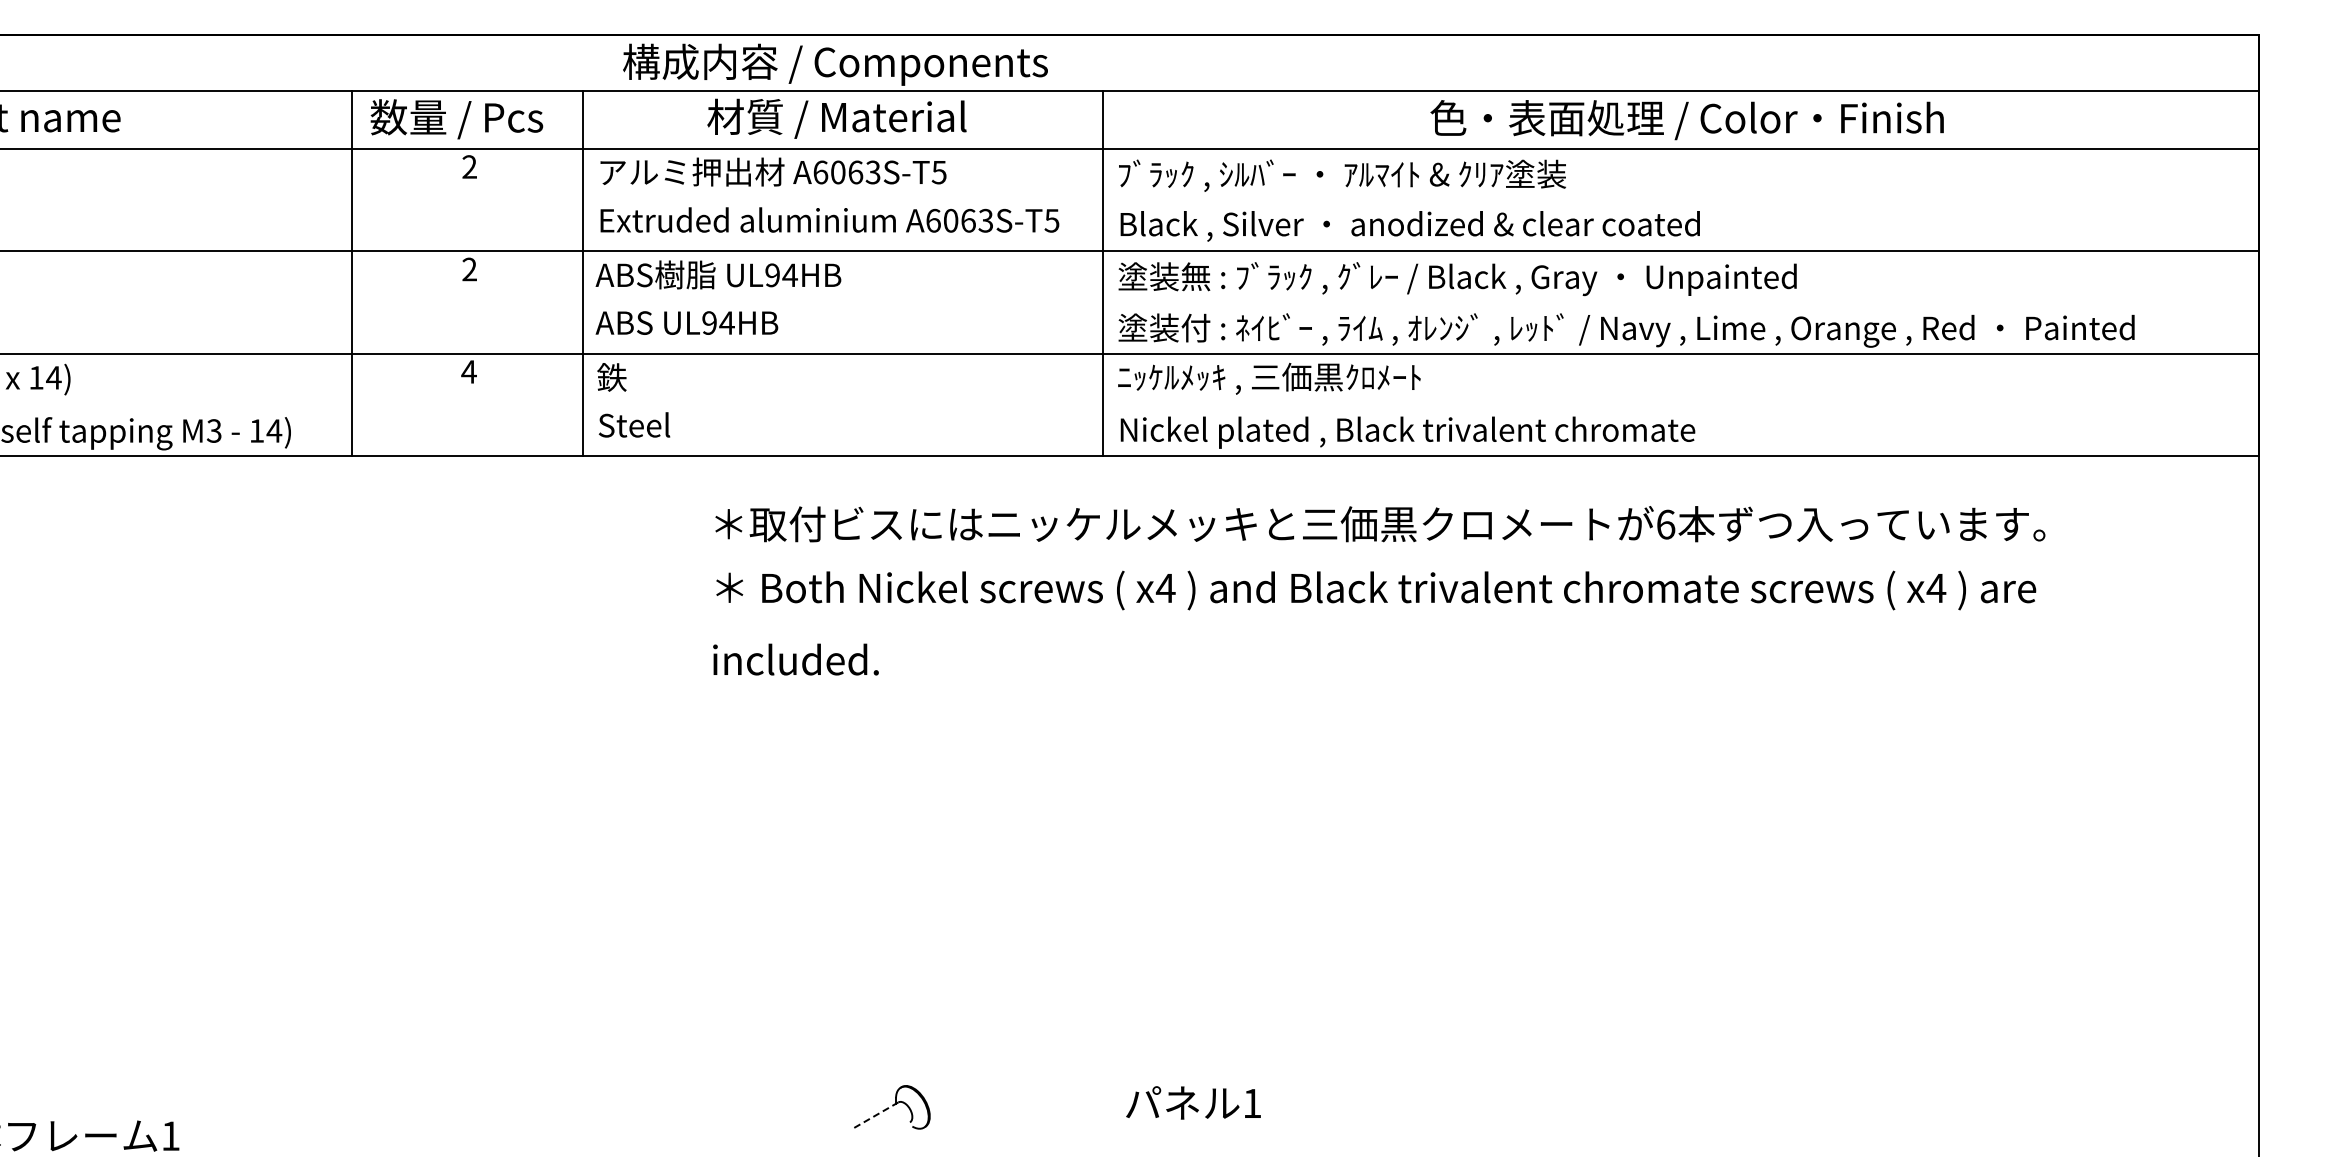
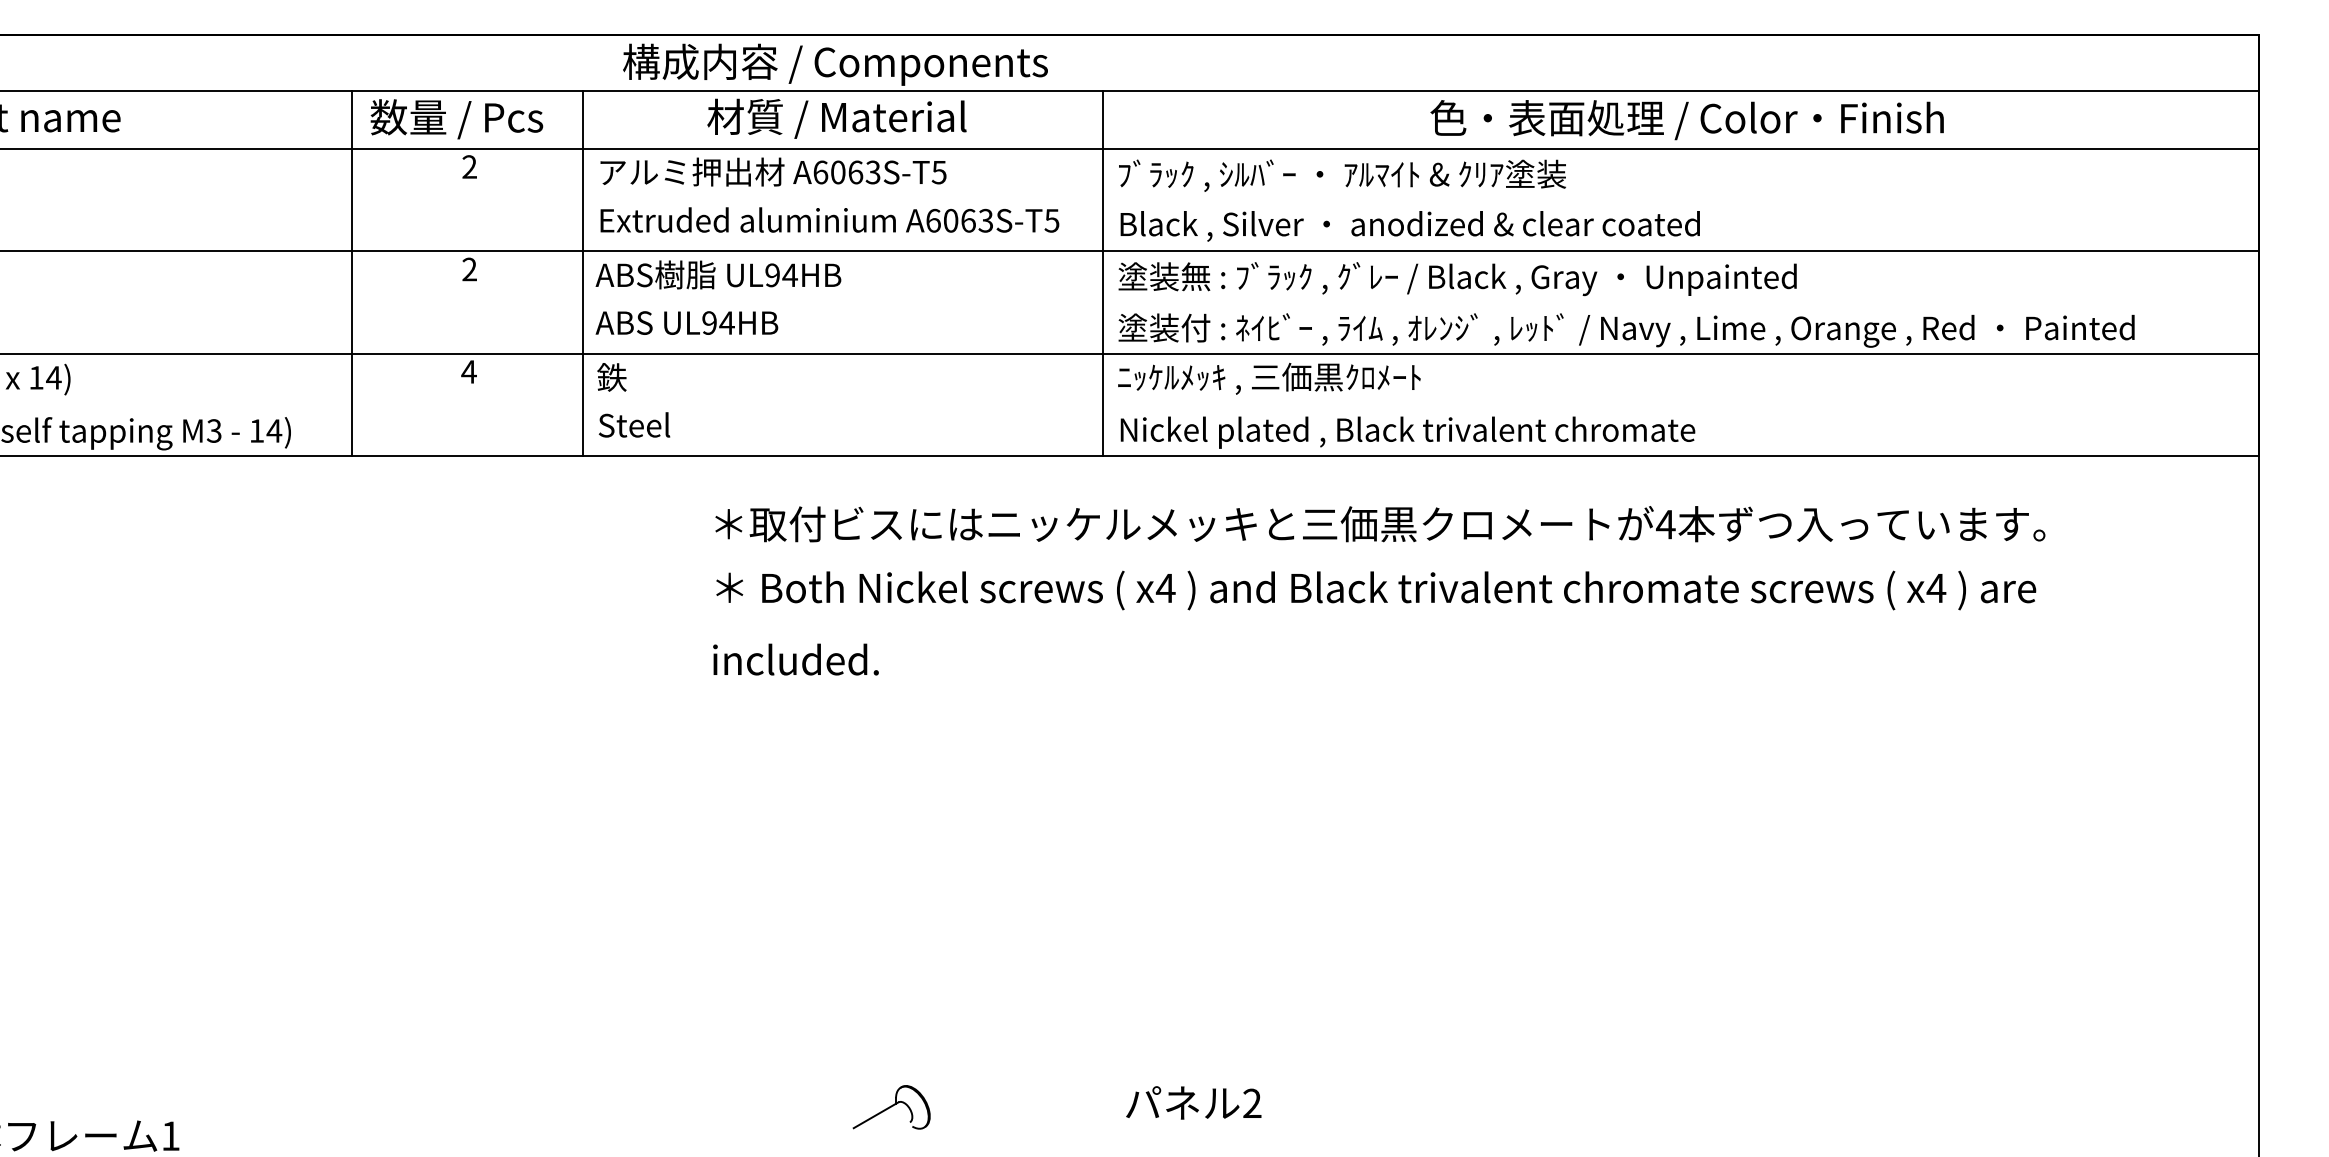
text at (1665, 524): 6 -> 4
text at (1252, 1102): 1 -> 2
line at (876, 1115): dashed -> solid
